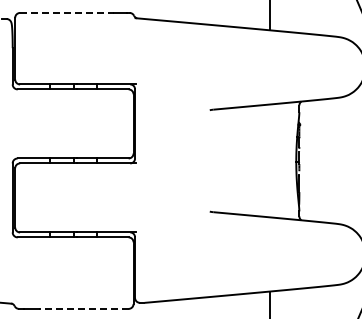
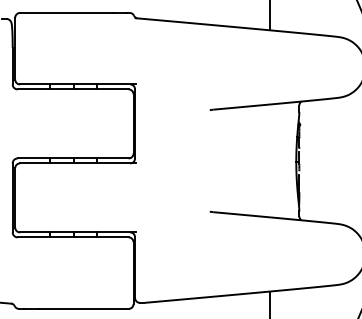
line at (67, 12): dashed -> solid
line at (83, 308): dashed -> solid
